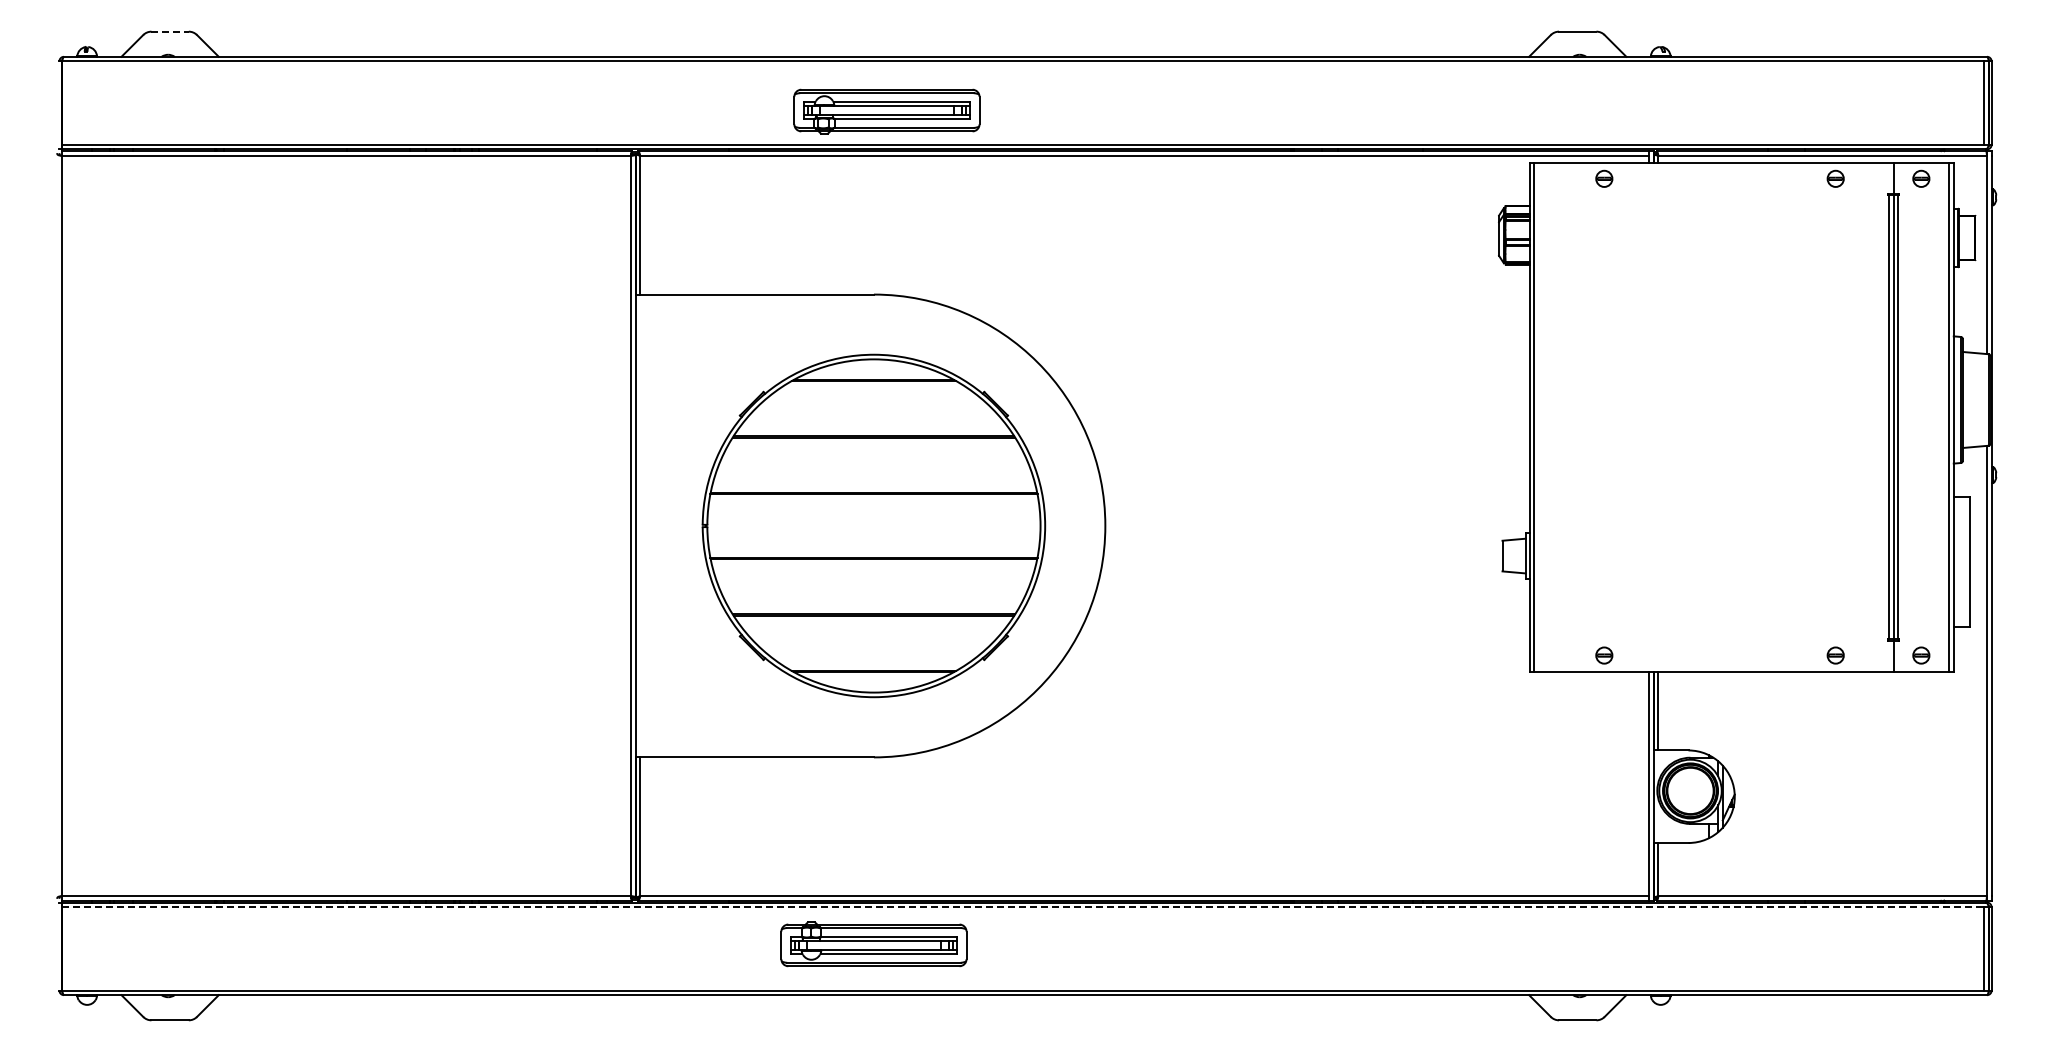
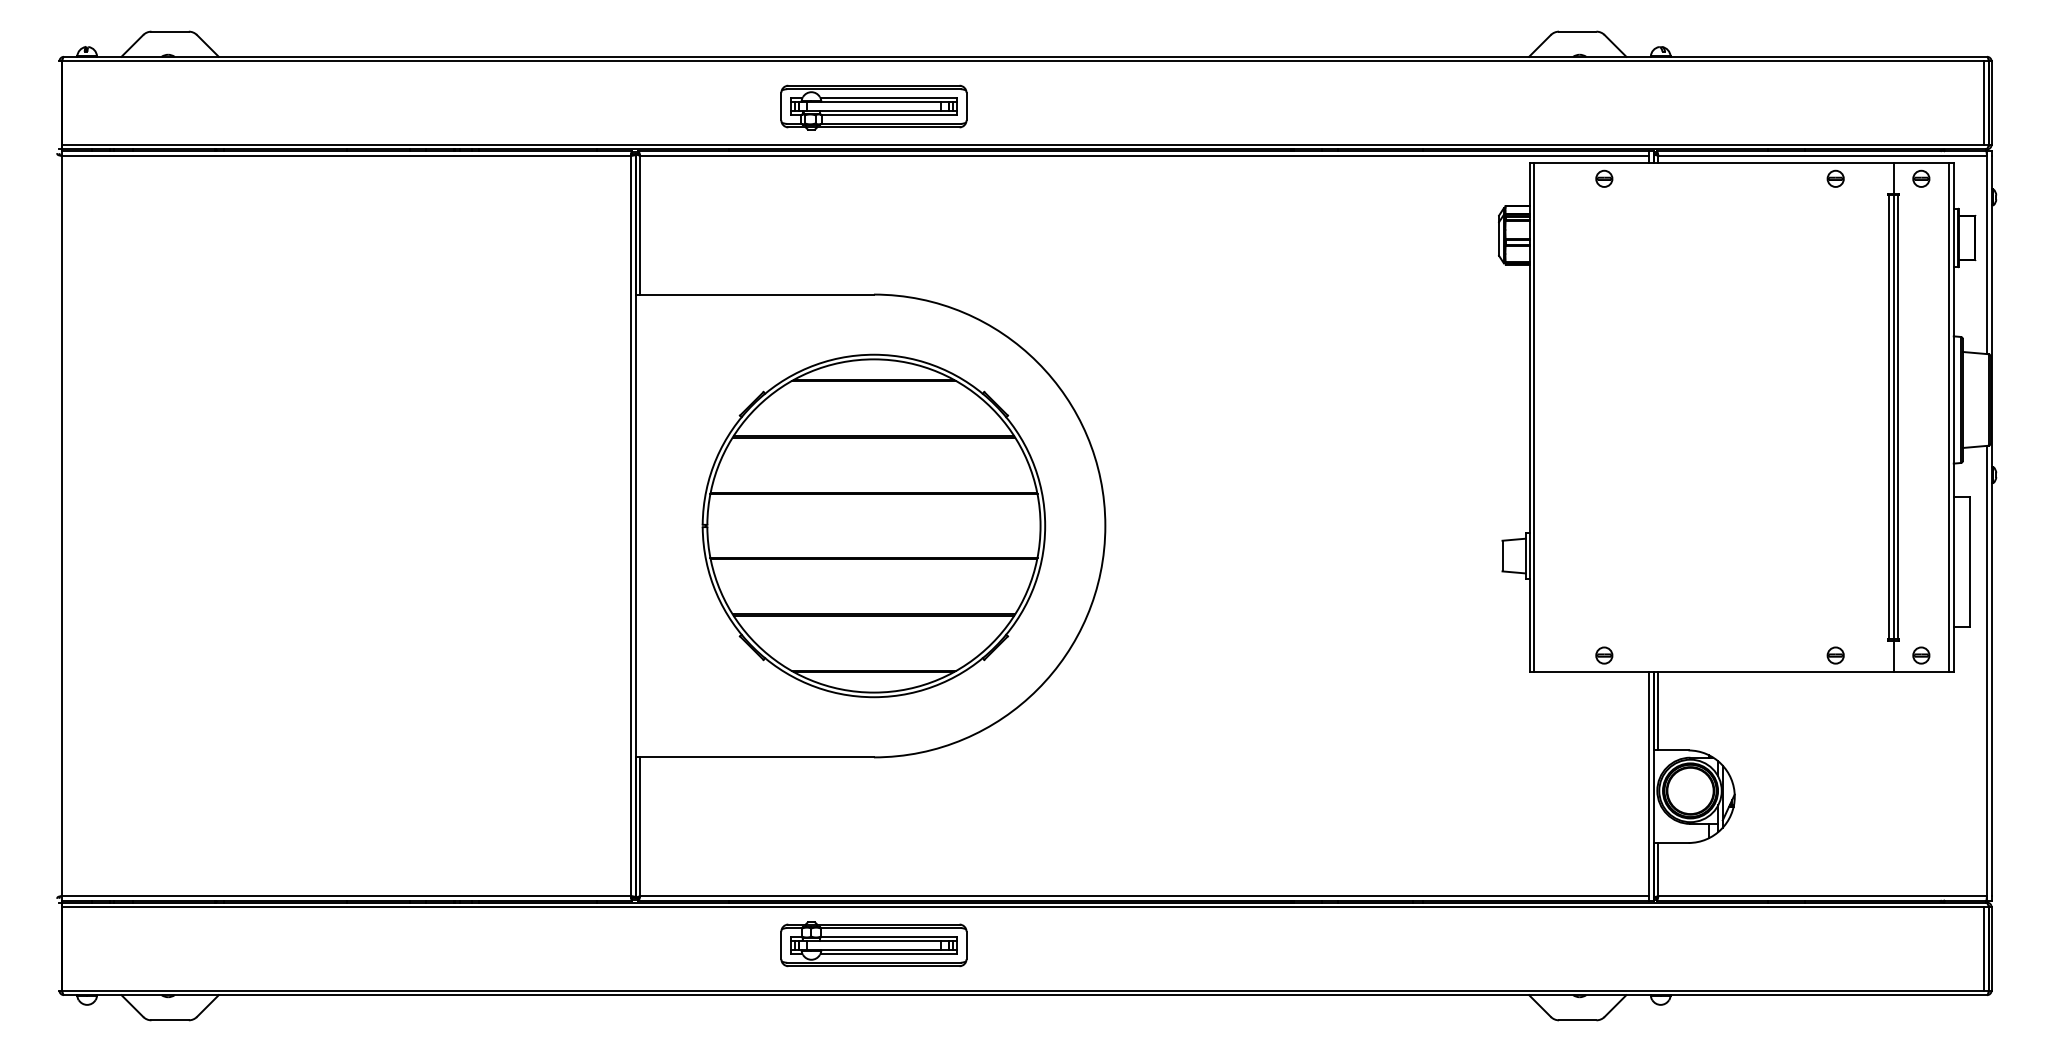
line at (170, 31): dashed -> solid
part at (886, 111) position: (886, 111) -> (873, 107)
line at (1023, 907): dashed -> solid
